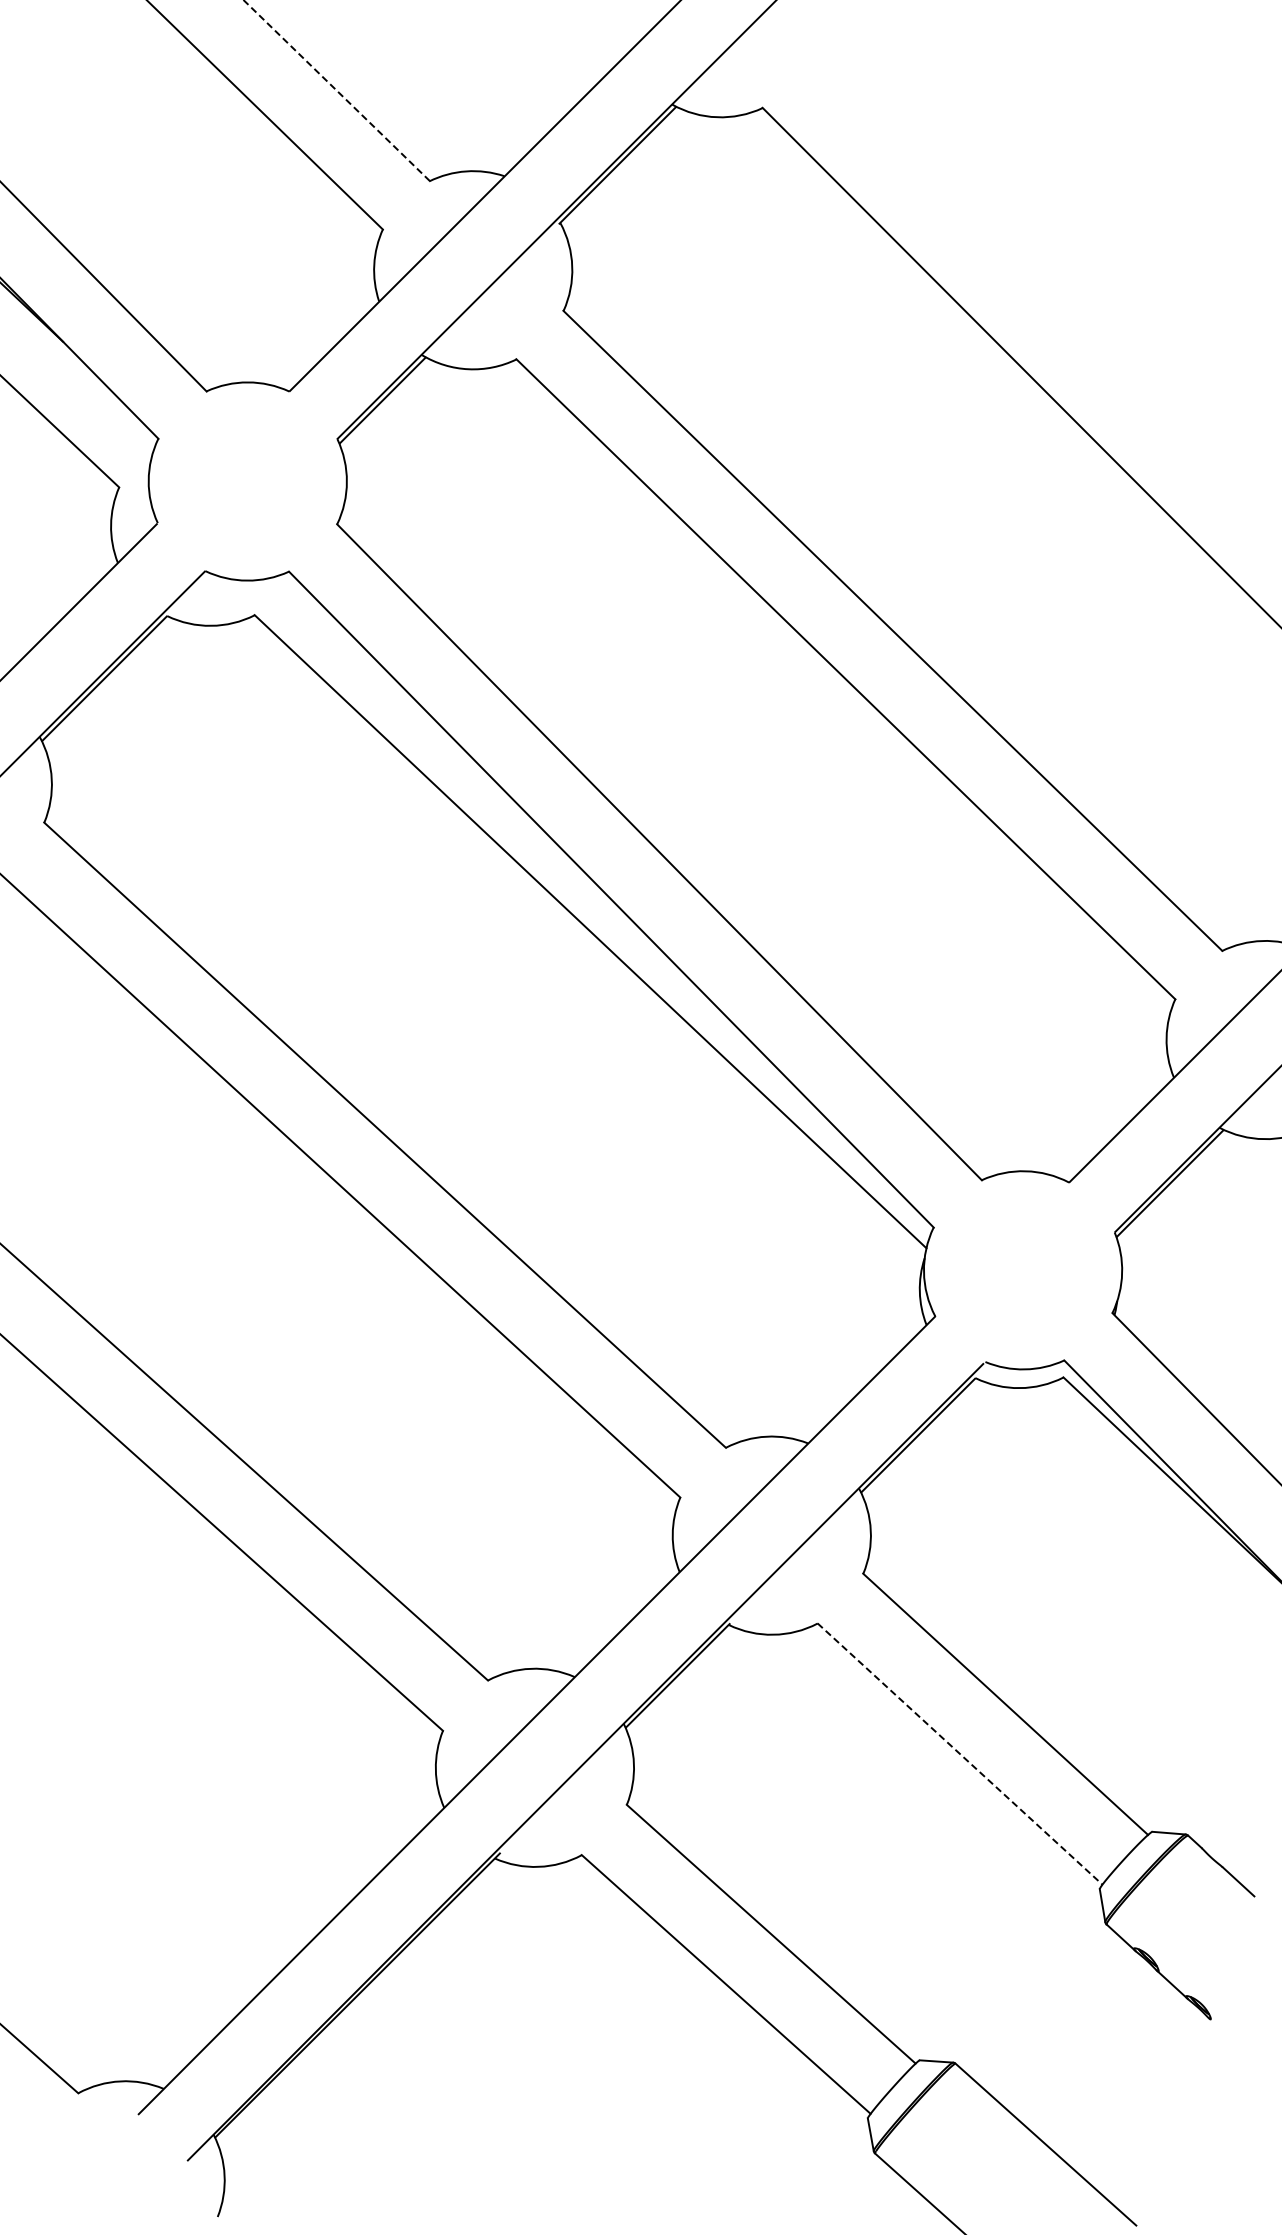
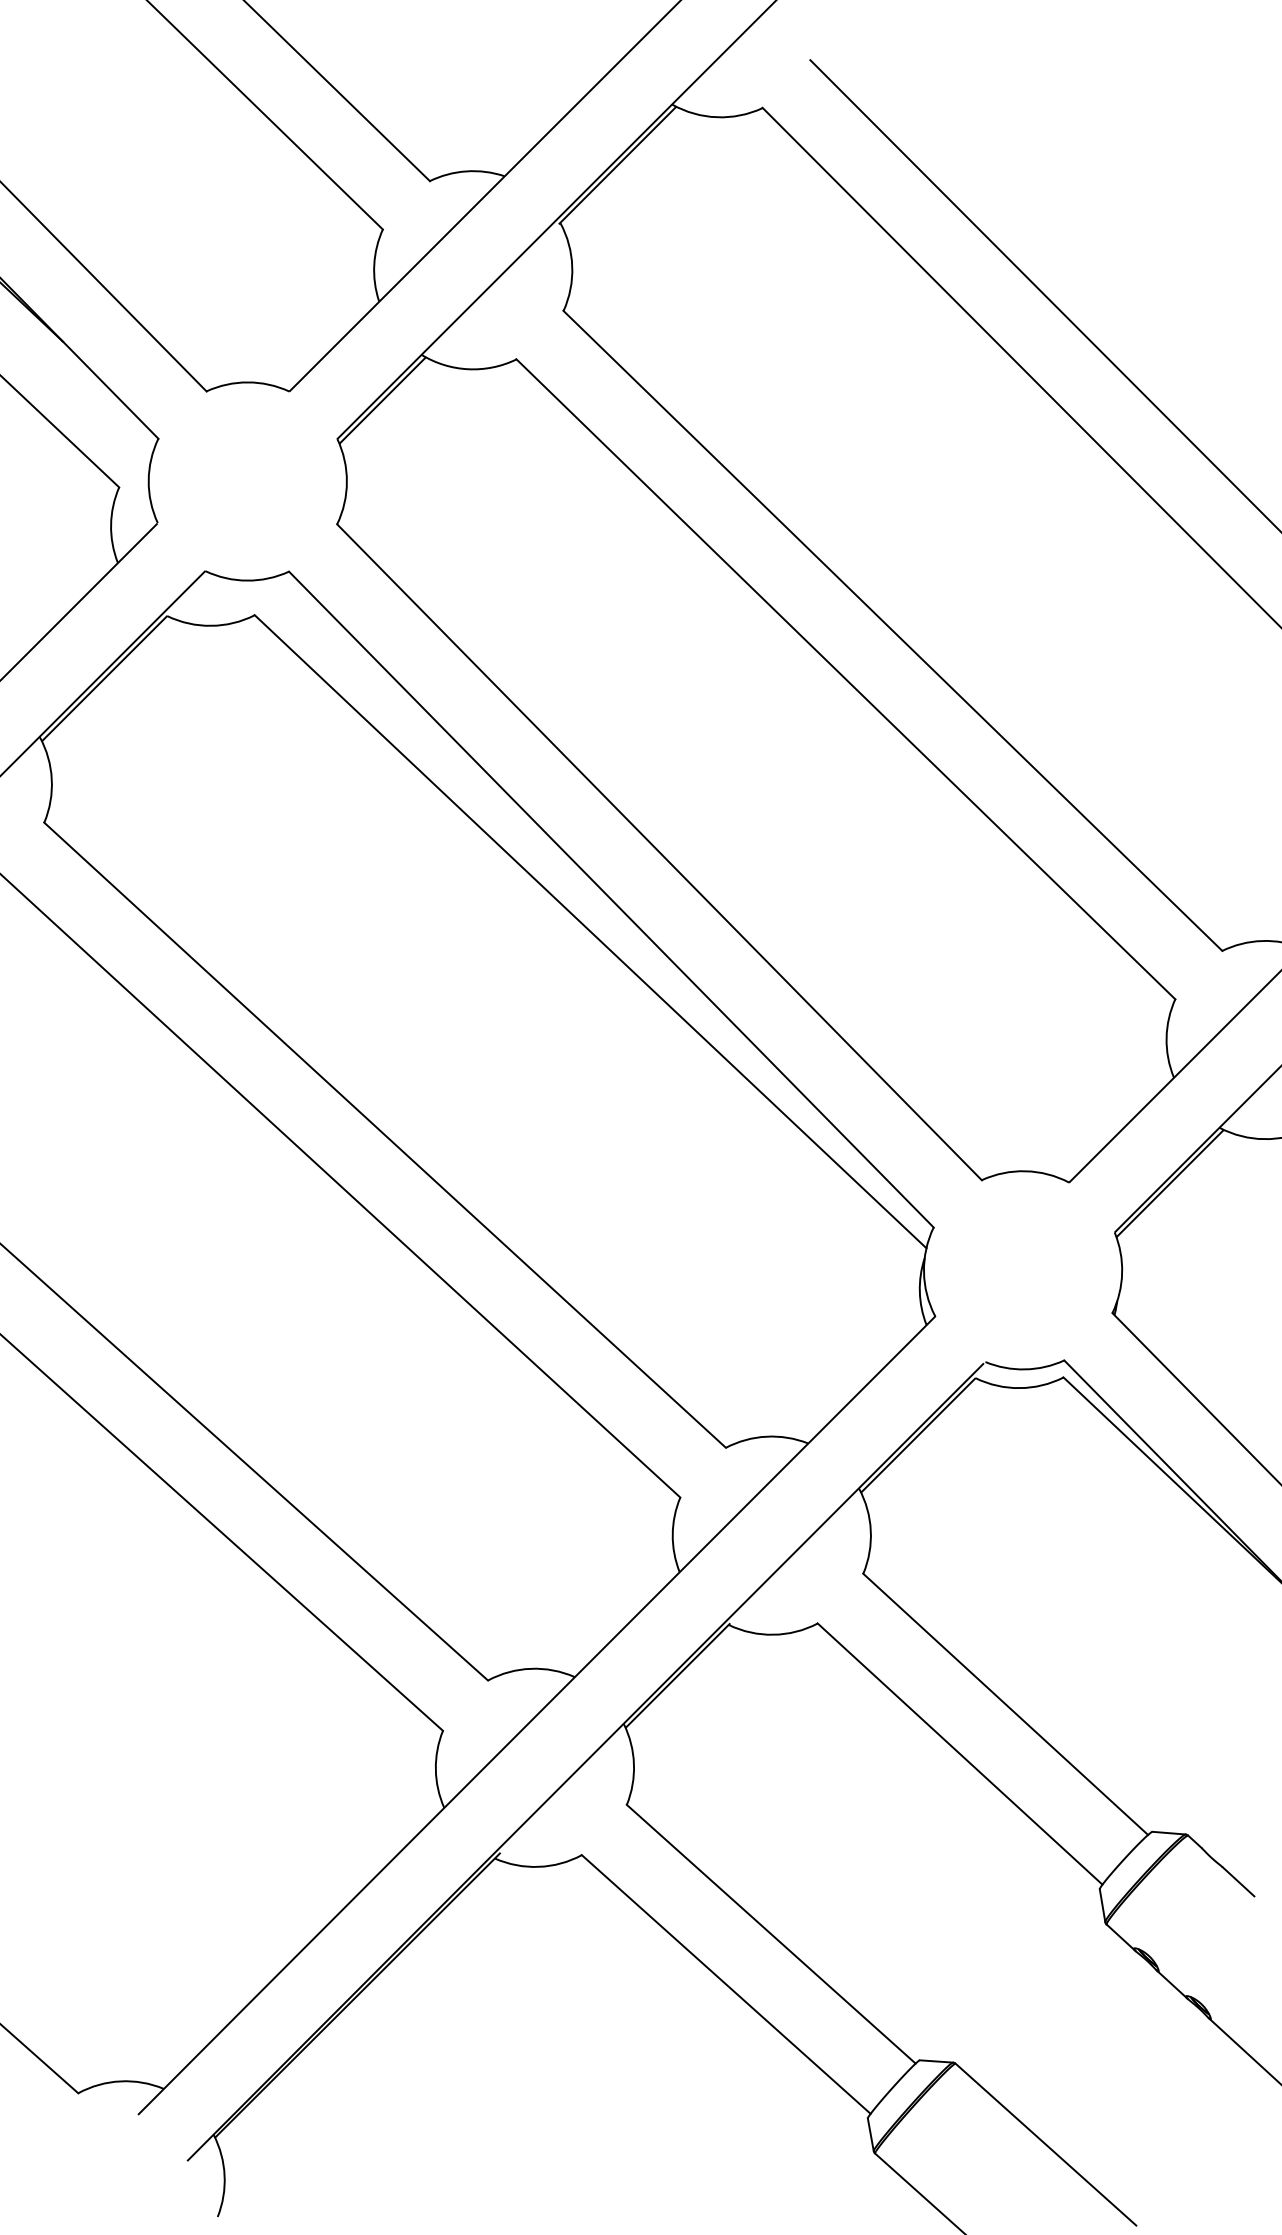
line at (336, 90): dashed -> solid
line at (1044, 294): none -> present
line at (960, 1754): dashed -> solid
line at (1243, 2049): none -> present
